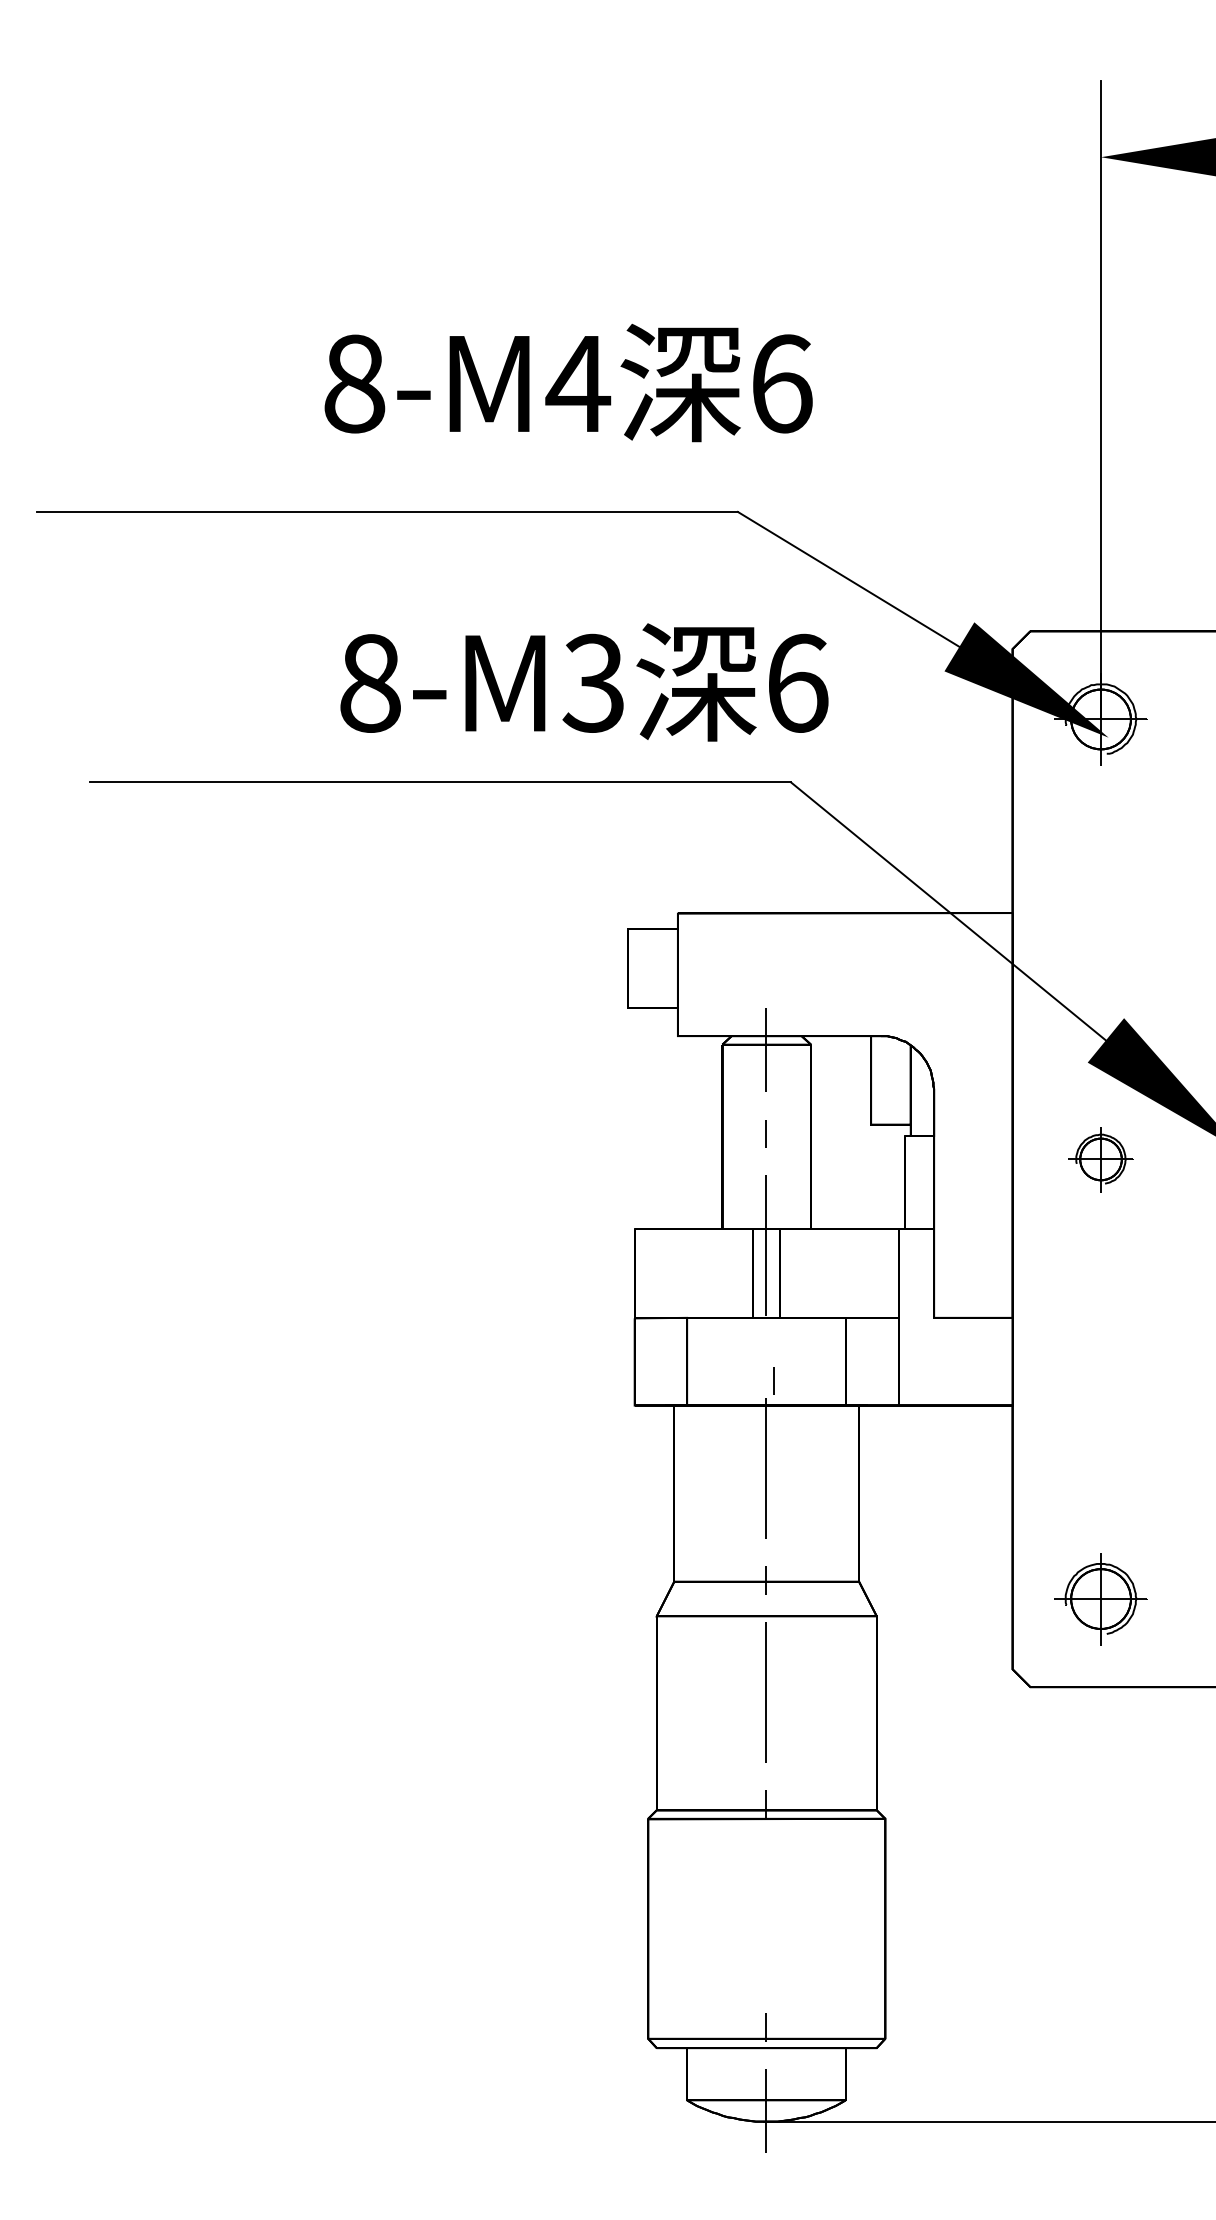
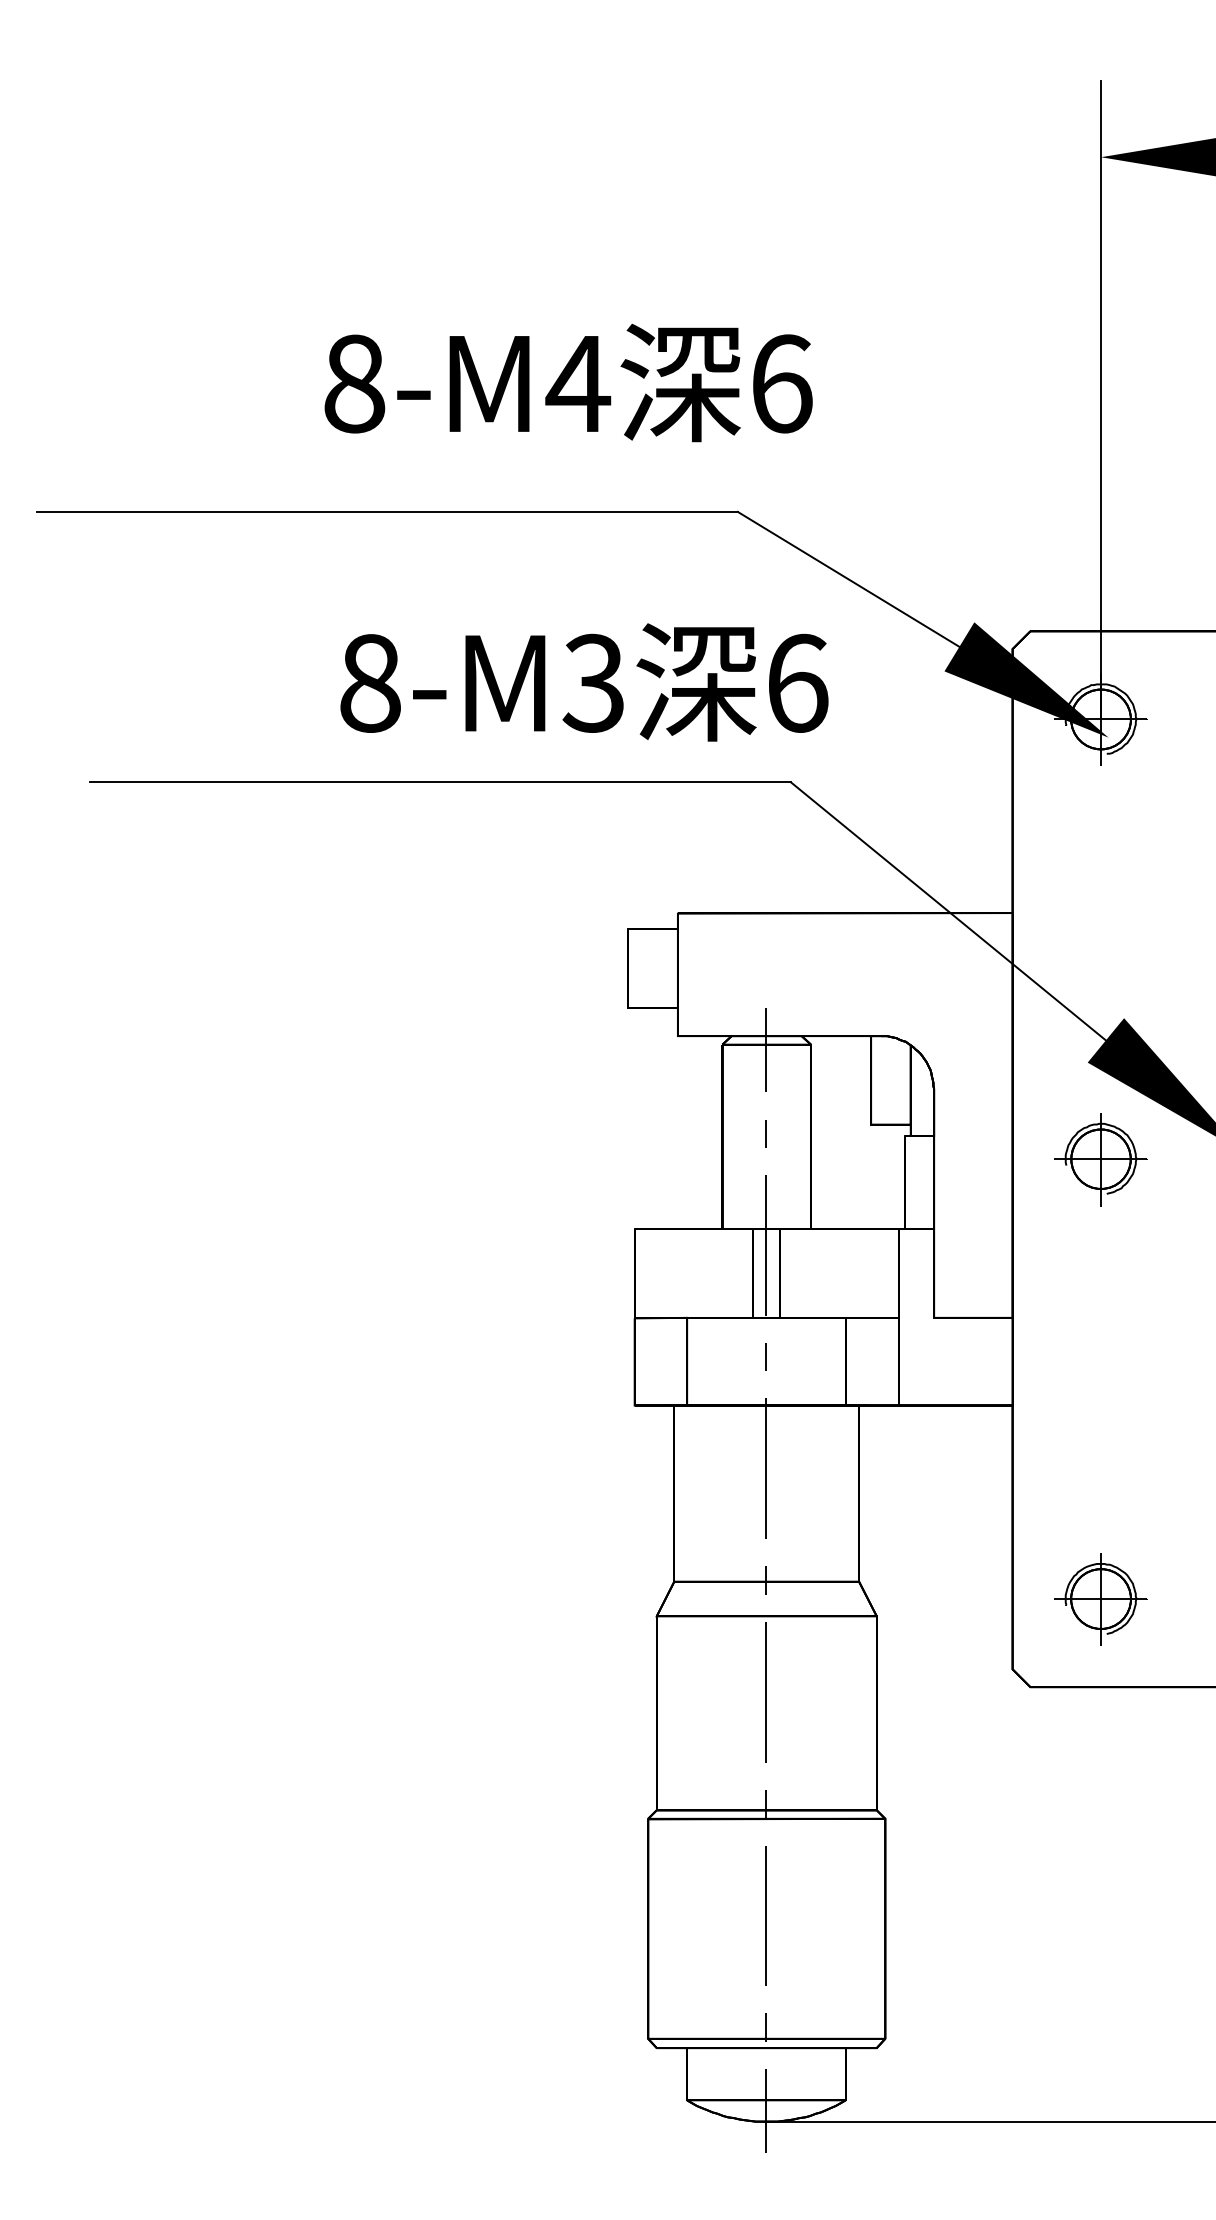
part at (1100, 1159) size: 66x66 px -> 94x94 px
line at (773, 1380) position: (773, 1380) -> (765, 1356)
line at (765, 1915): none -> present
